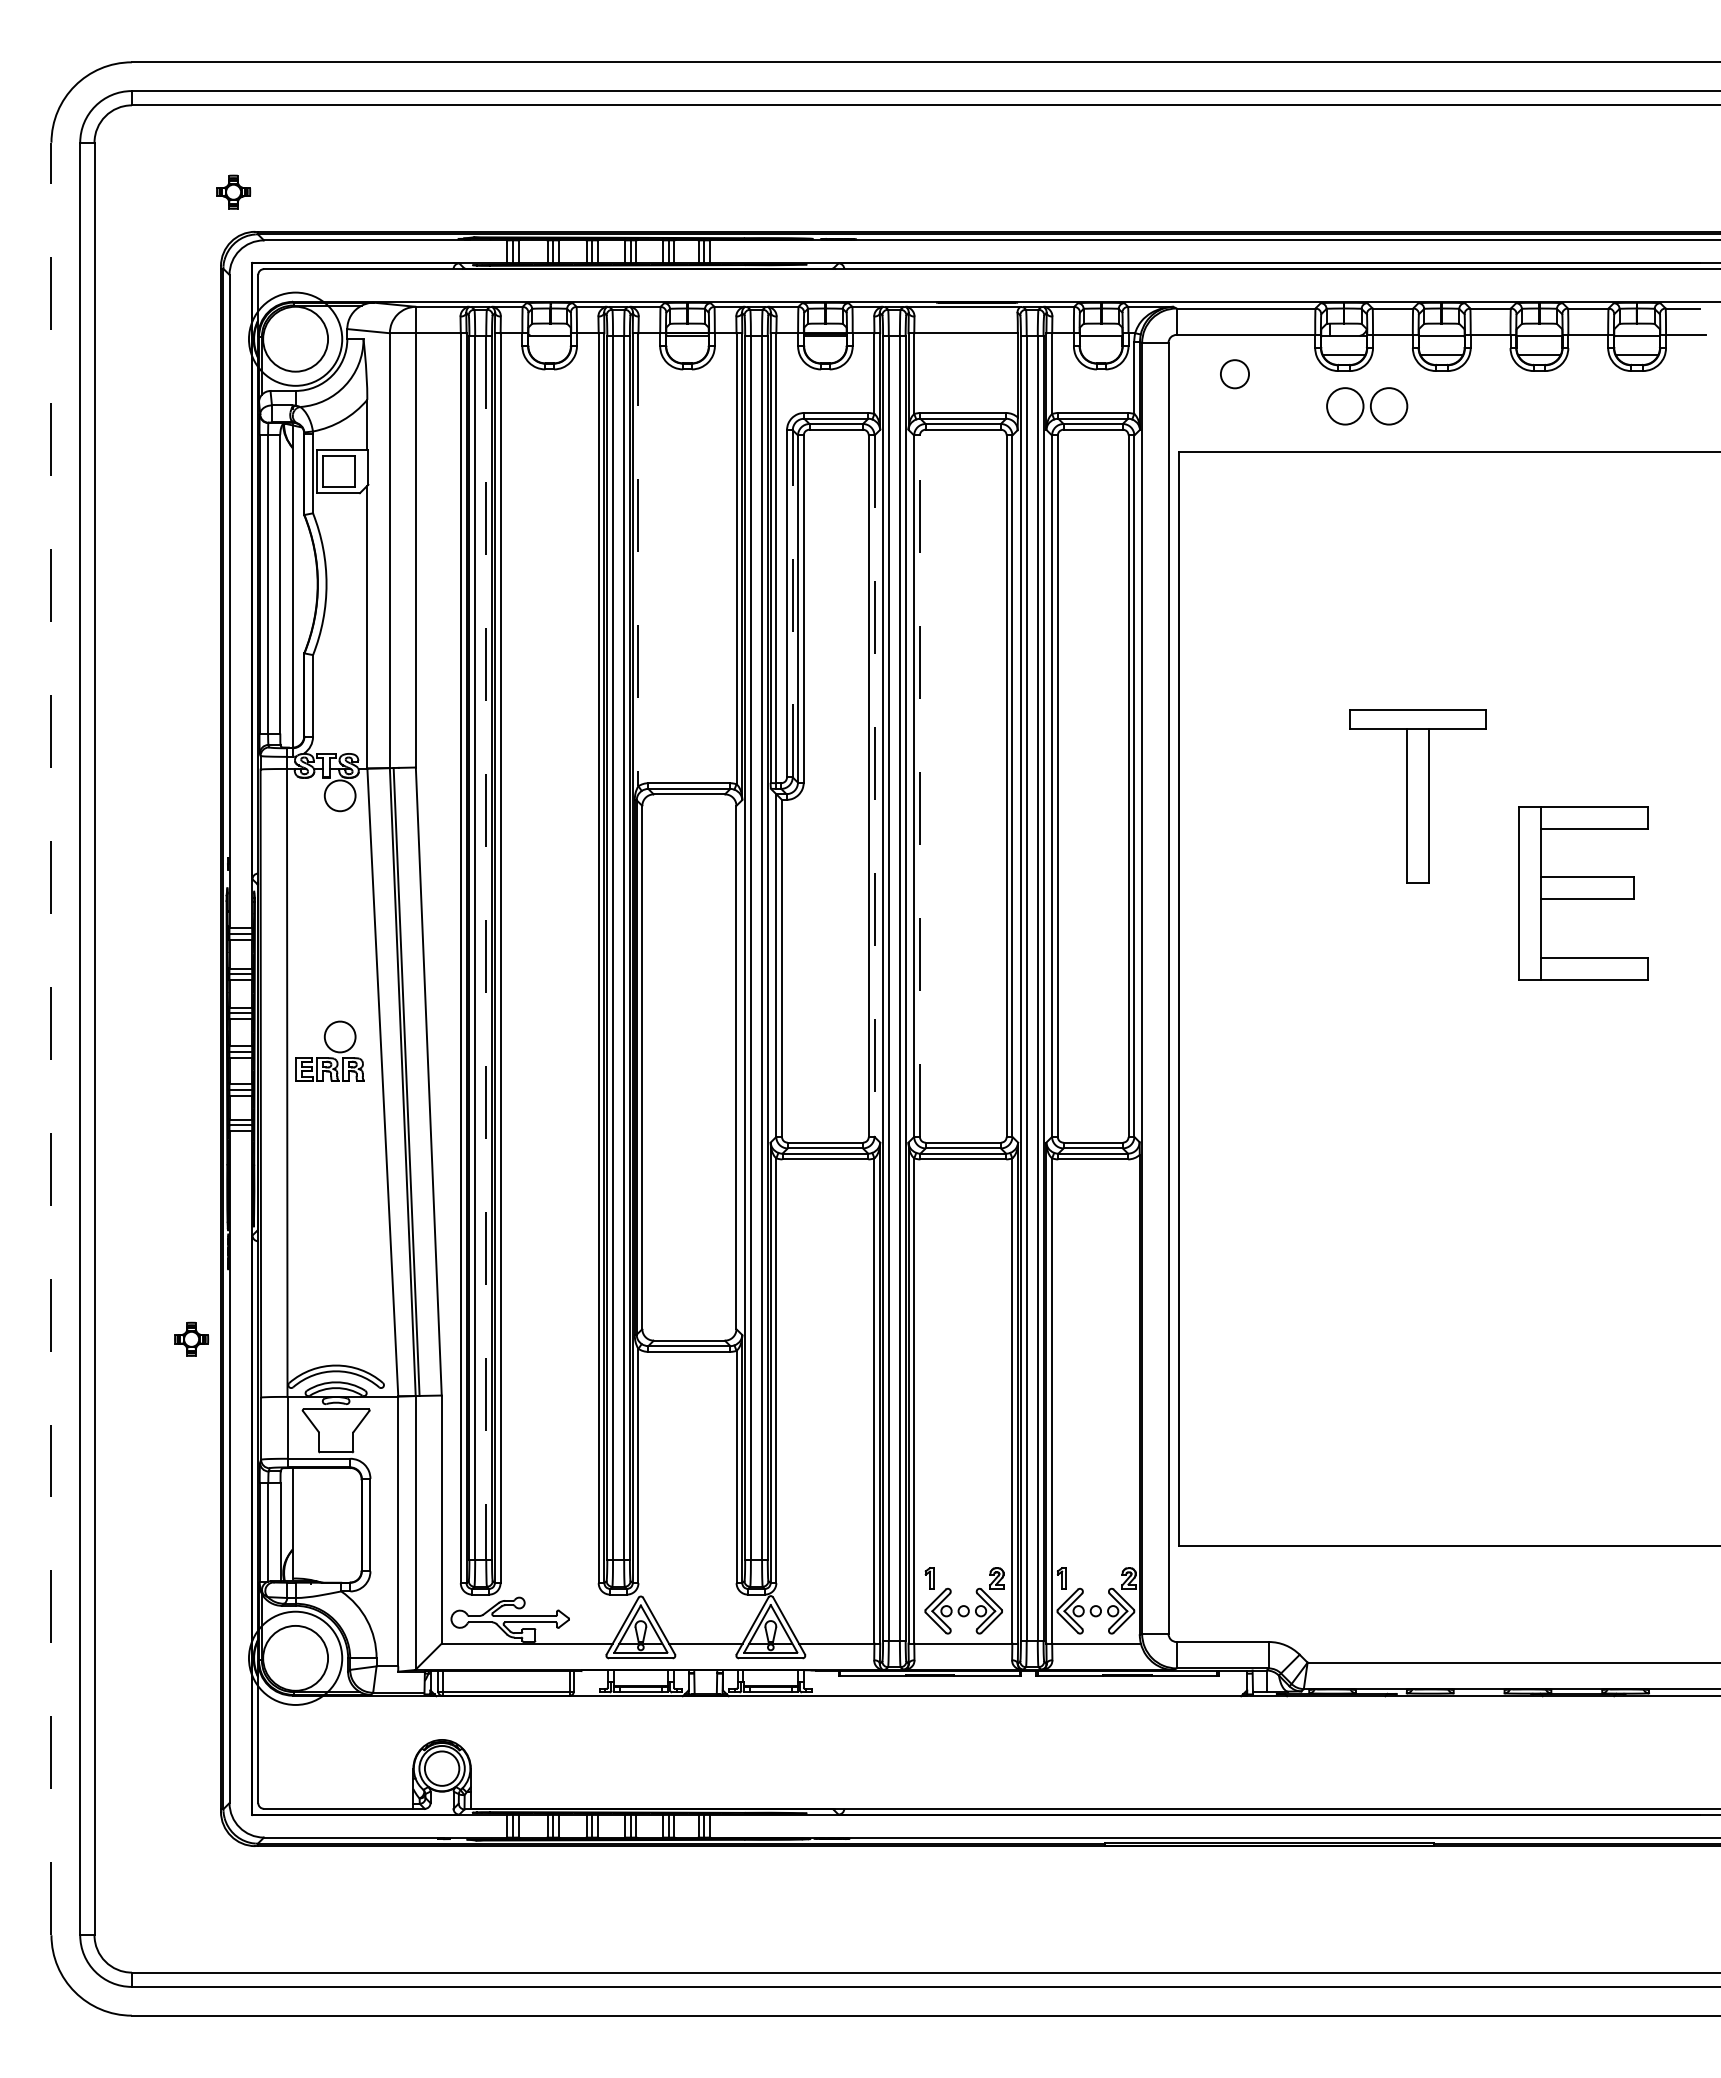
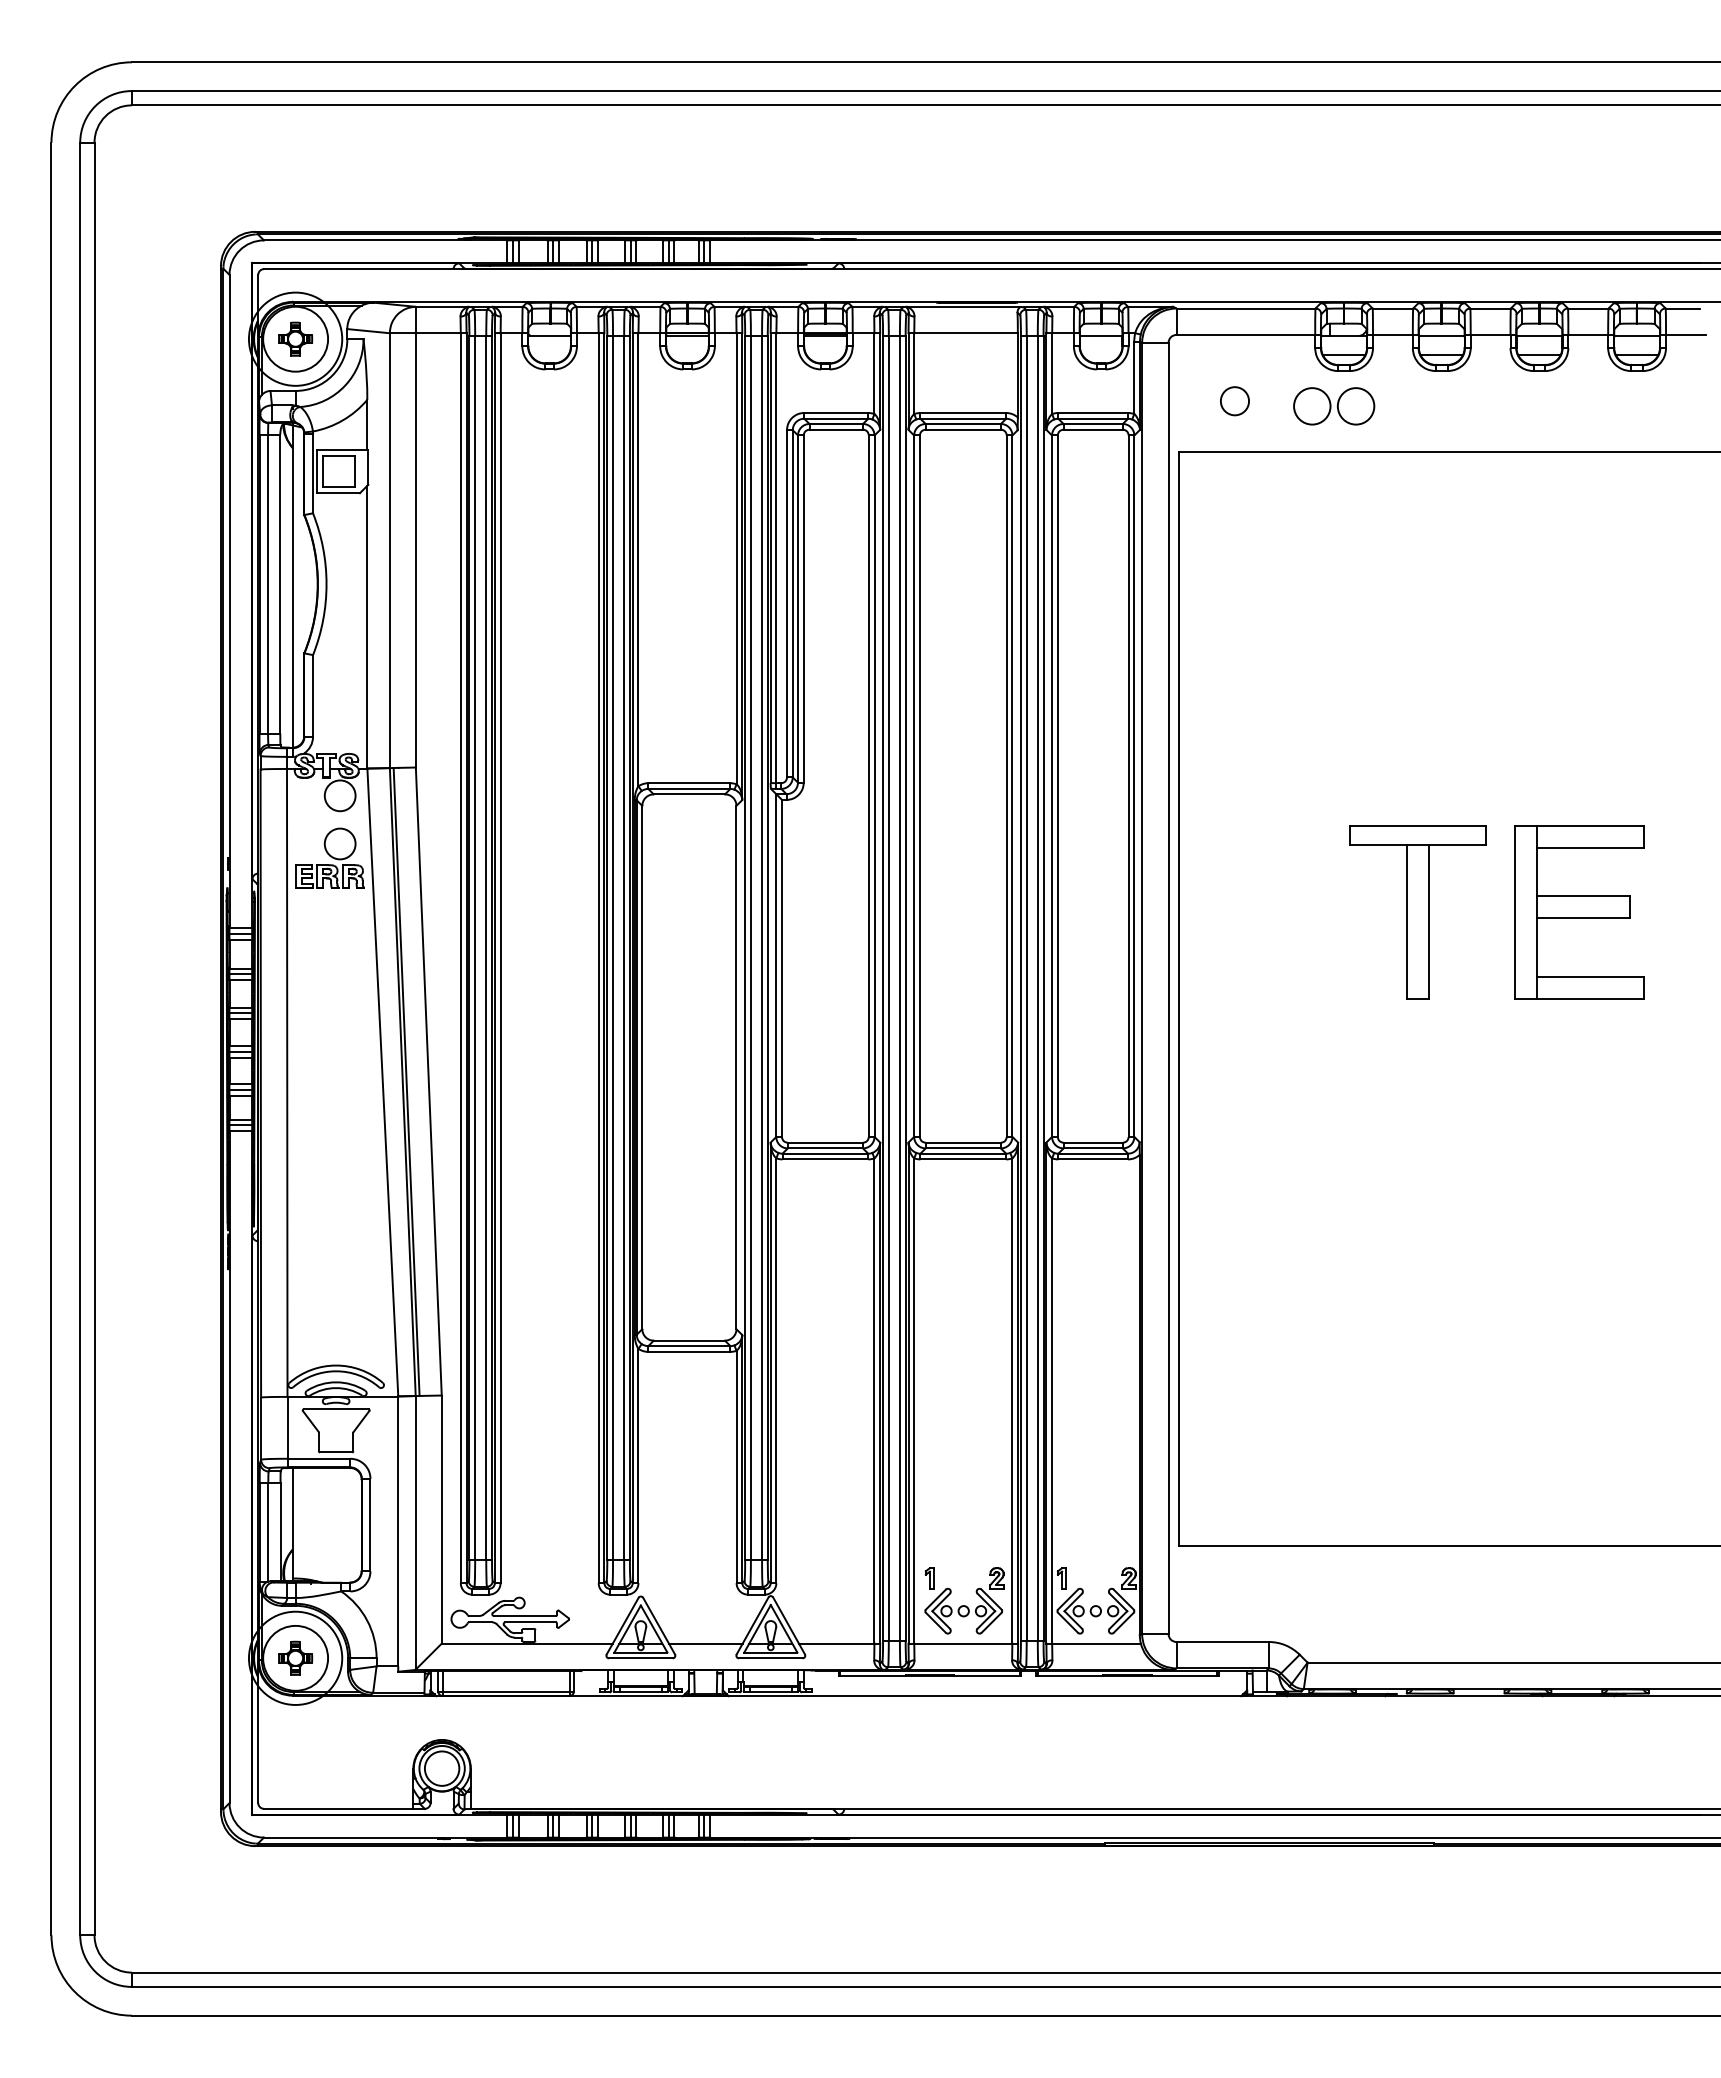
part at (233, 191) position: (233, 191) -> (295, 338)
circle at (1234, 374) position: (1234, 374) -> (1234, 401)
part at (1367, 406) position: (1367, 406) -> (1334, 406)
line at (638, 559): dashed -> solid
line at (792, 603): dashed -> solid
line at (874, 786): dashed -> solid
line at (919, 786): dashed -> solid
part at (1417, 796) position: (1417, 796) -> (1417, 912)
part at (1583, 893) position: (1583, 893) -> (1579, 912)
line at (486, 948): dashed -> solid
line at (51, 1038): dashed -> solid
part at (329, 1050) position: (329, 1050) -> (329, 857)
part at (191, 1338) position: (191, 1338) -> (295, 1657)
